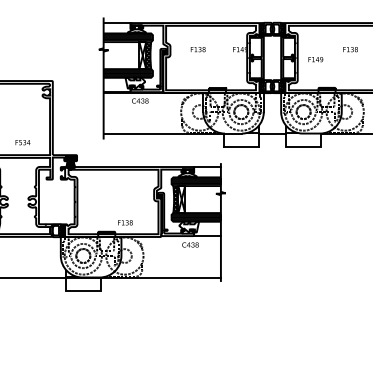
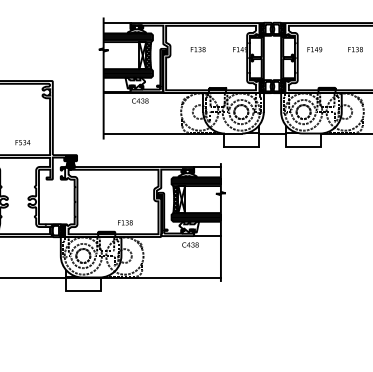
text at (350, 49) position: (350, 49) -> (355, 49)
text at (315, 59) position: (315, 59) -> (314, 49)
